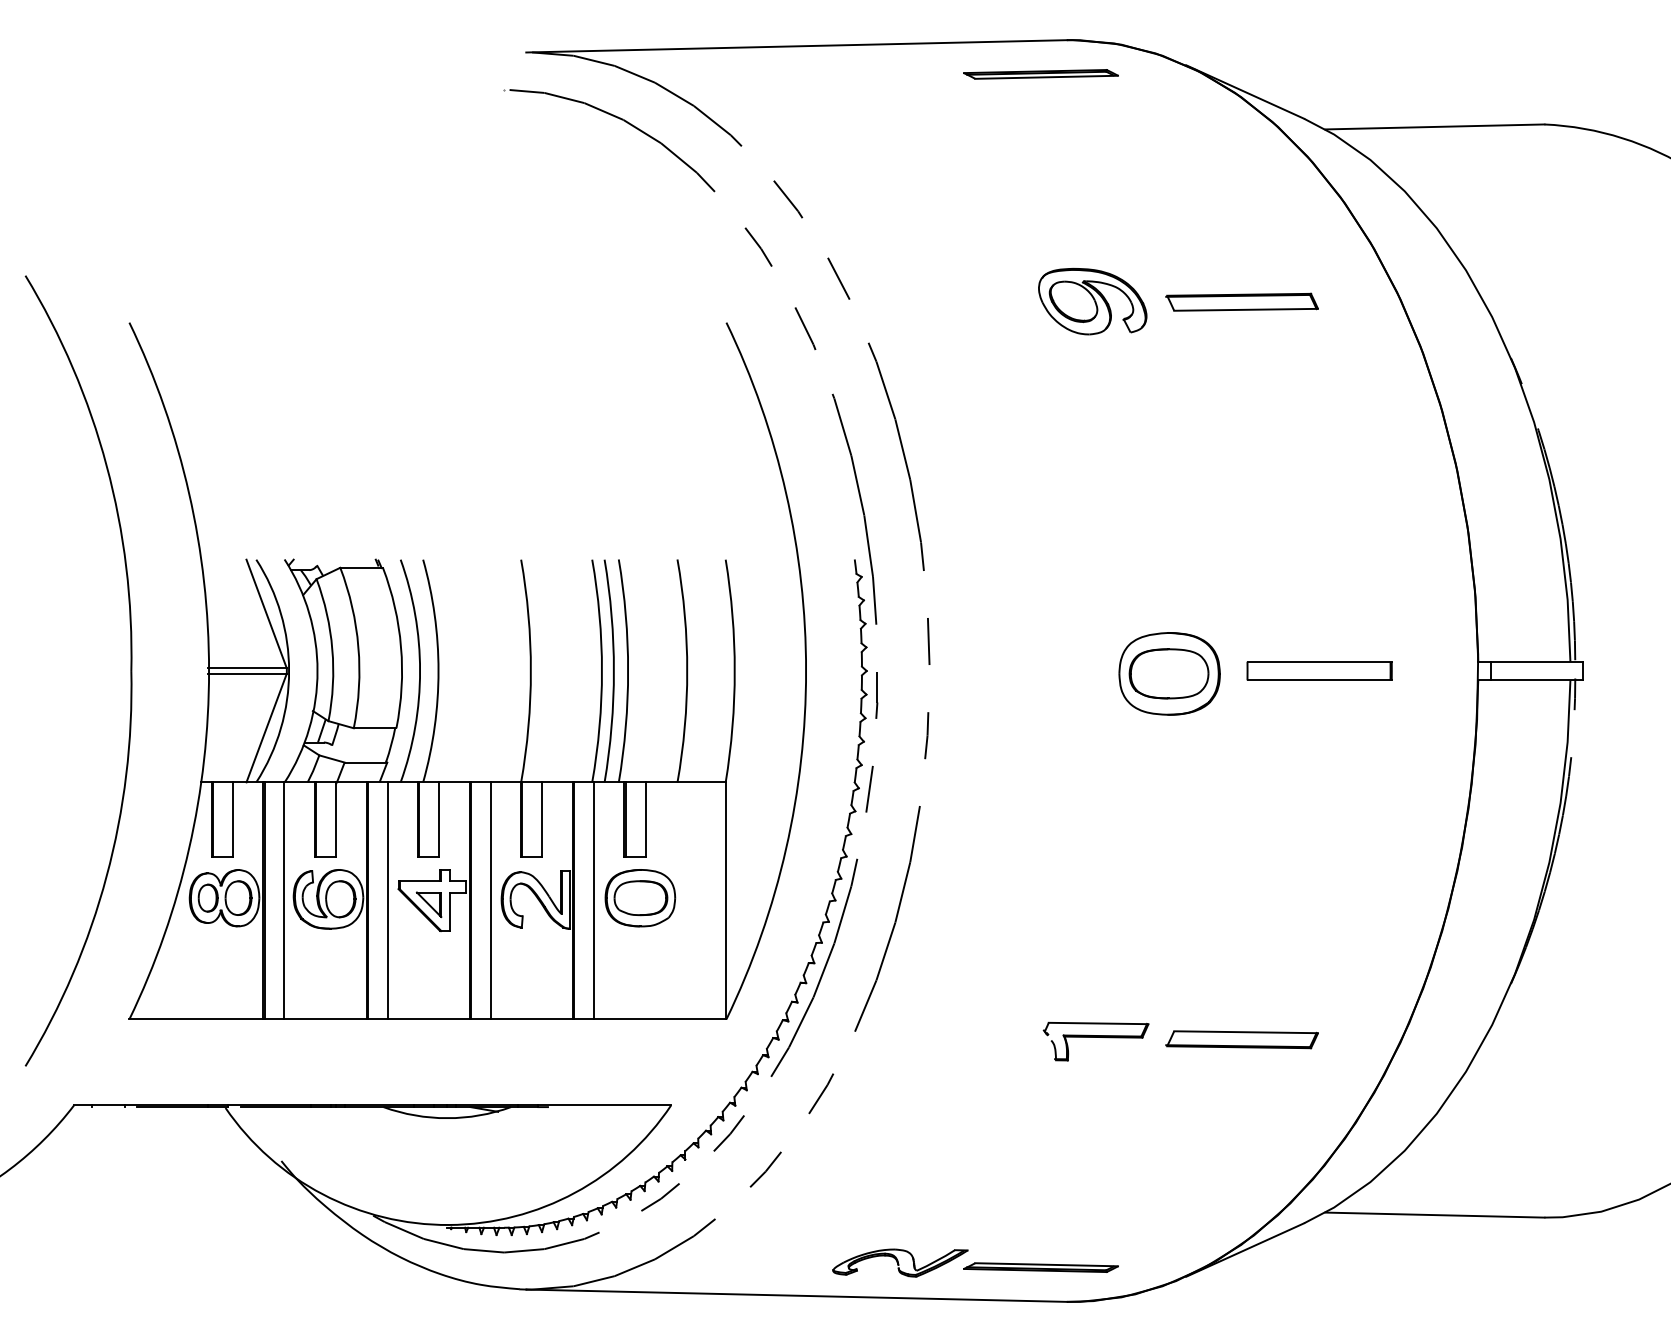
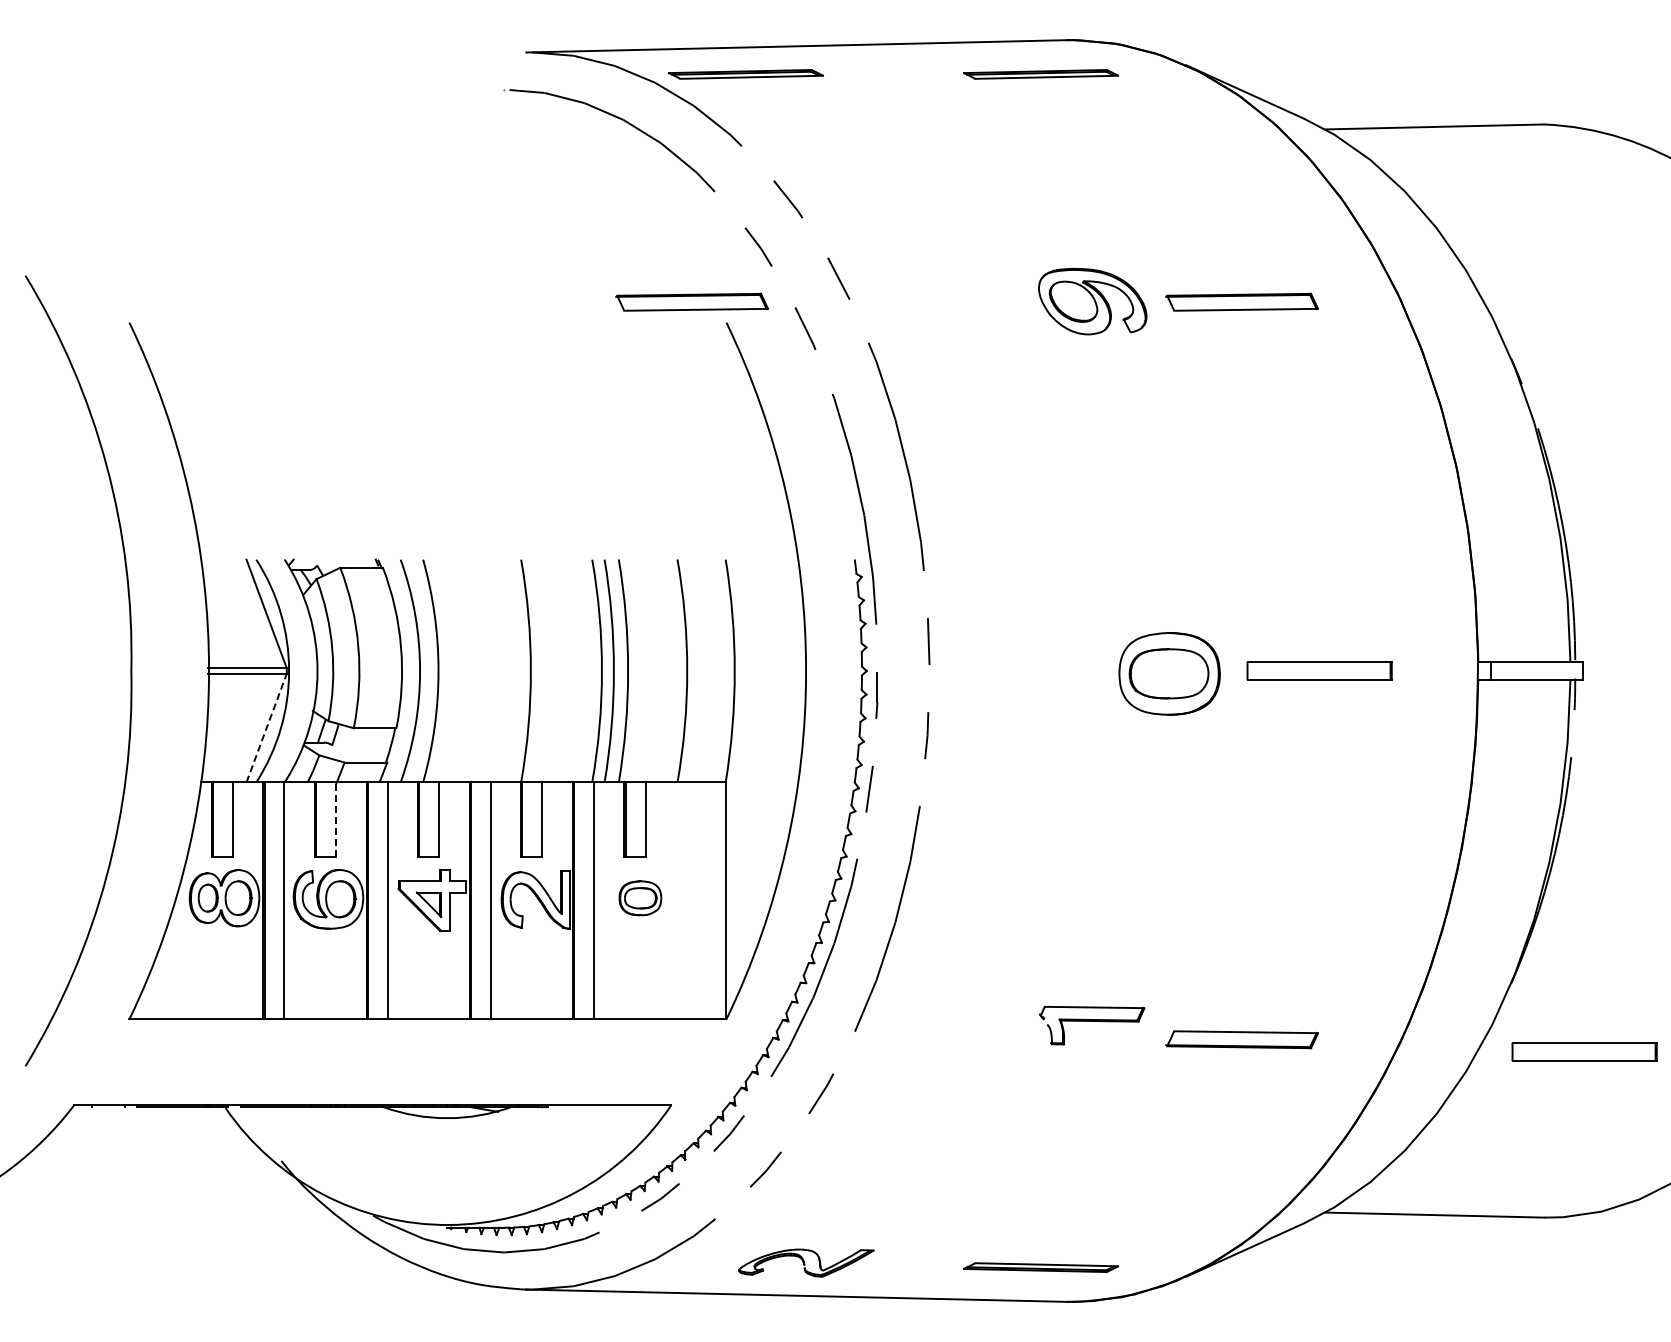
part at (745, 74): none -> present
part at (691, 301): none -> present
line at (266, 728): solid -> dashed
line at (336, 818): solid -> dashed
part at (640, 898) size: 73x59 px -> 45x37 px
part at (1095, 1041) position: (1095, 1041) -> (1091, 1025)
part at (1584, 1051): none -> present
part at (900, 1262) position: (900, 1262) -> (806, 1262)
